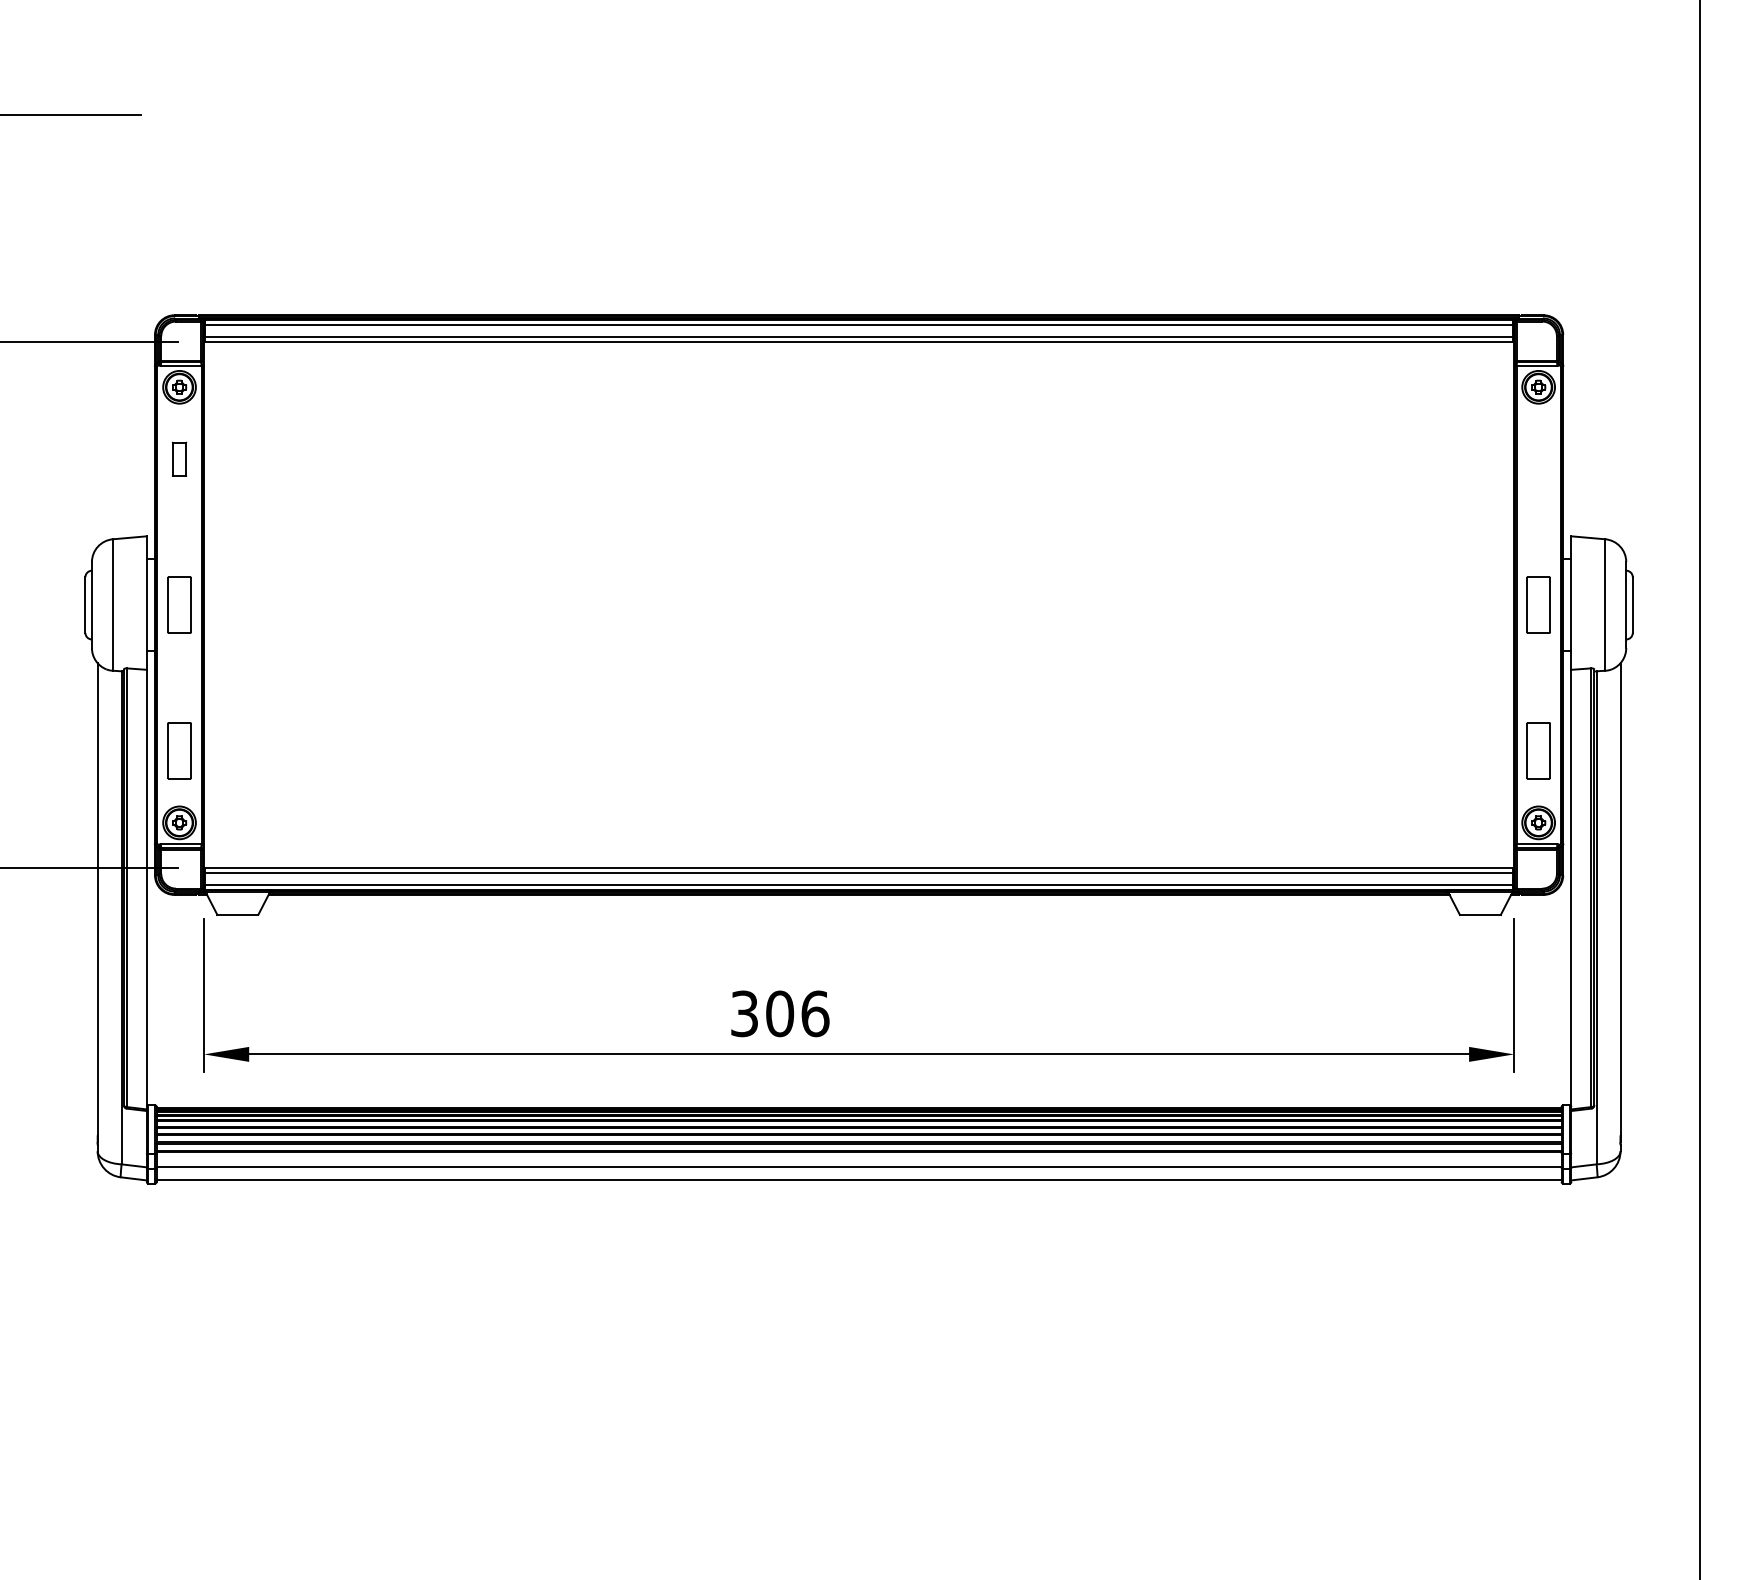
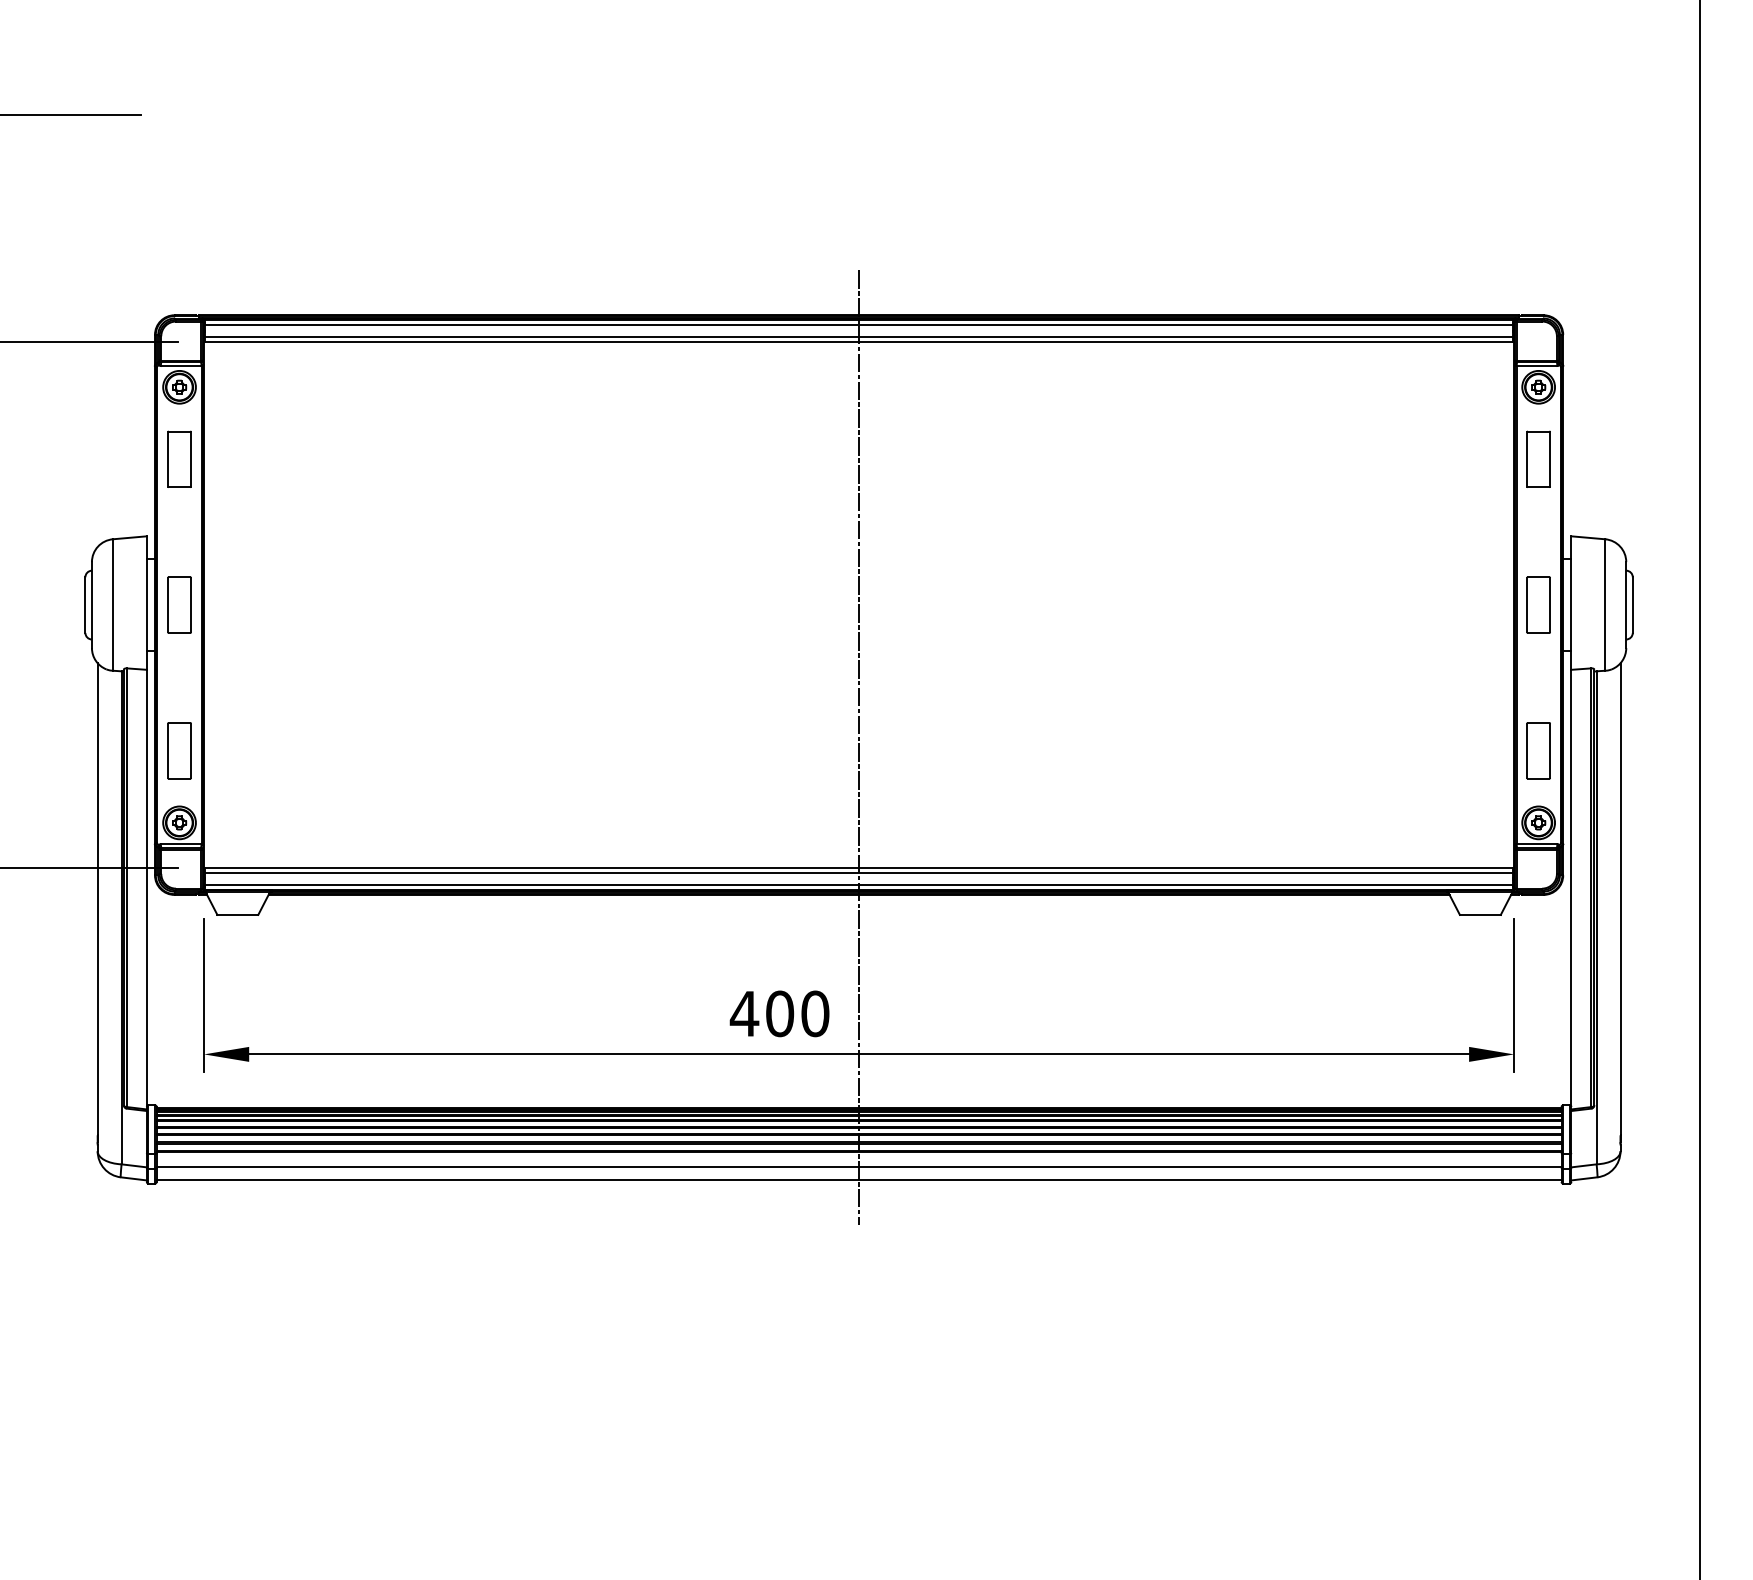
part at (179, 458) size: 16x36 px -> 25x58 px
part at (1538, 458): none -> present
line at (859, 747): none -> present
text at (779, 1013): 306 -> 400
